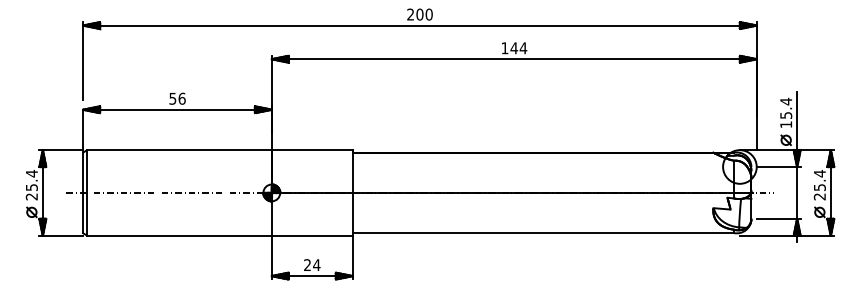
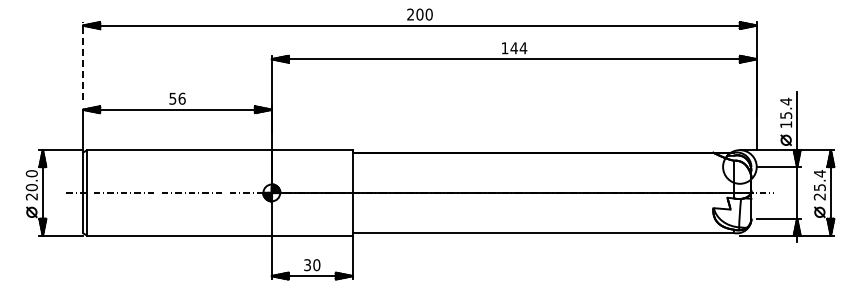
line at (83, 60): solid -> dashed
text at (31, 180): 25.4 -> 20.0
text at (312, 265): 24 -> 30
